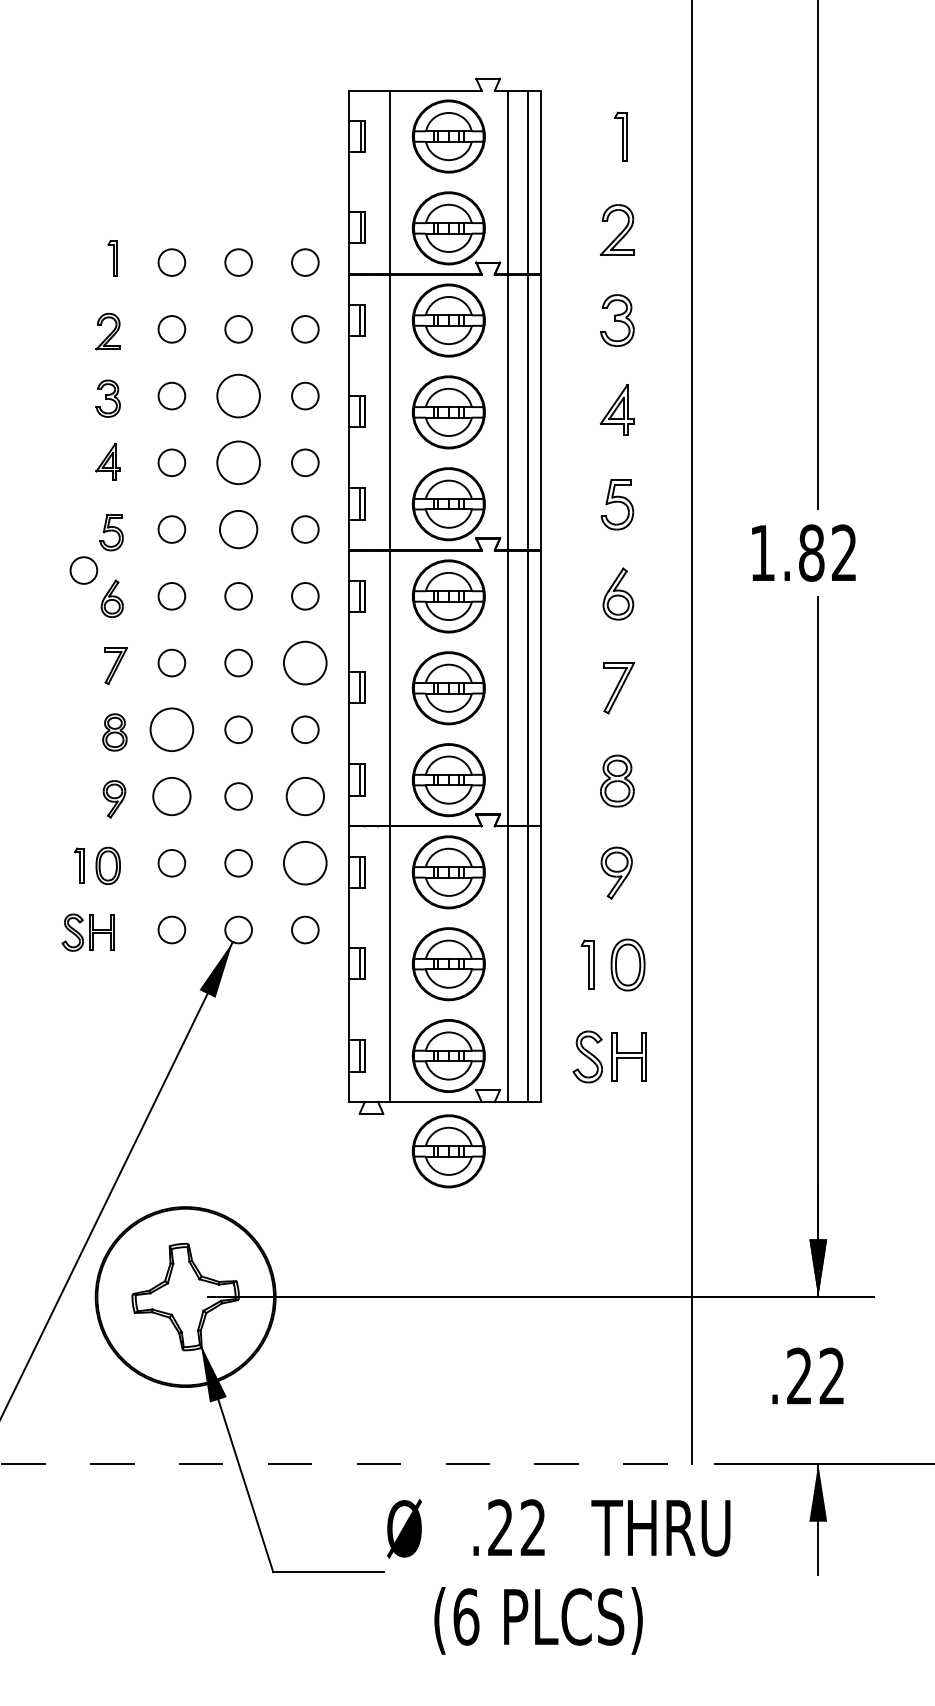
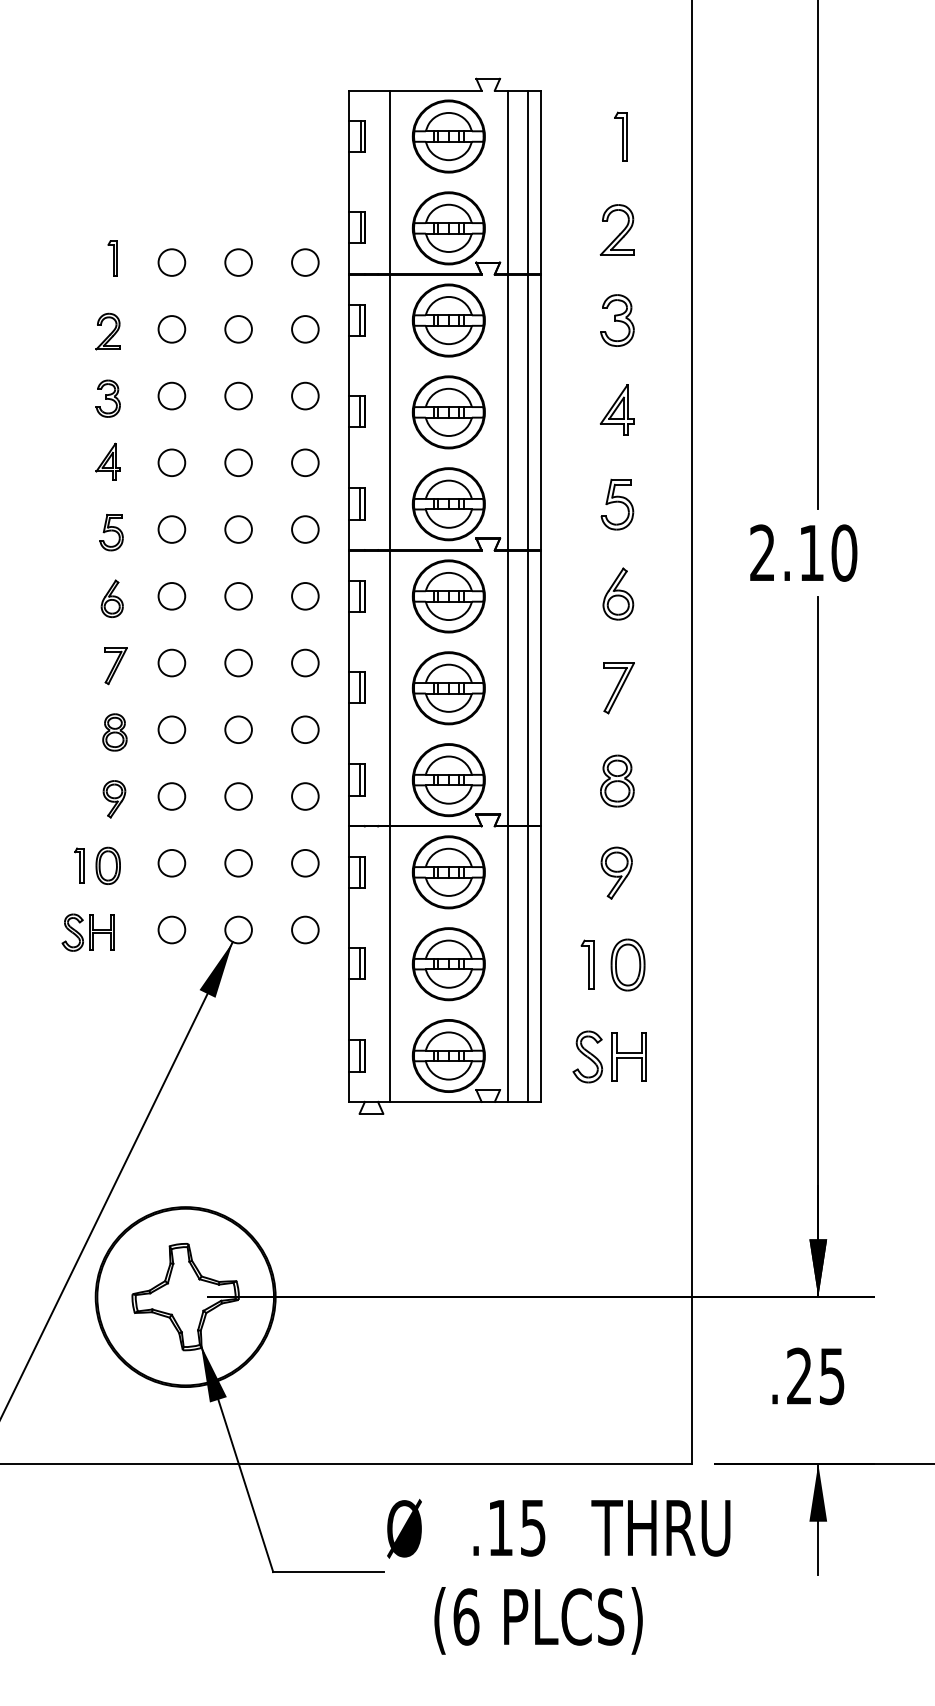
circle at (238, 395) diameter: 43 px -> 27 px
circle at (238, 462) diameter: 43 px -> 27 px
circle at (238, 529) diameter: 37 px -> 27 px
text at (803, 552): 1.82 -> 2.10
circle at (83, 570): present -> none
circle at (305, 662) size: 45x46 px -> 29x30 px
circle at (171, 729) diameter: 43 px -> 27 px
circle at (171, 796) diameter: 37 px -> 27 px
circle at (305, 796) diameter: 37 px -> 27 px
circle at (305, 863) size: 45x45 px -> 29x29 px
part at (448, 1151): present -> none
text at (831, 1376): .22 -> .25
line at (346, 1463): dashed -> solid
text at (516, 1527): .22 -> .15
